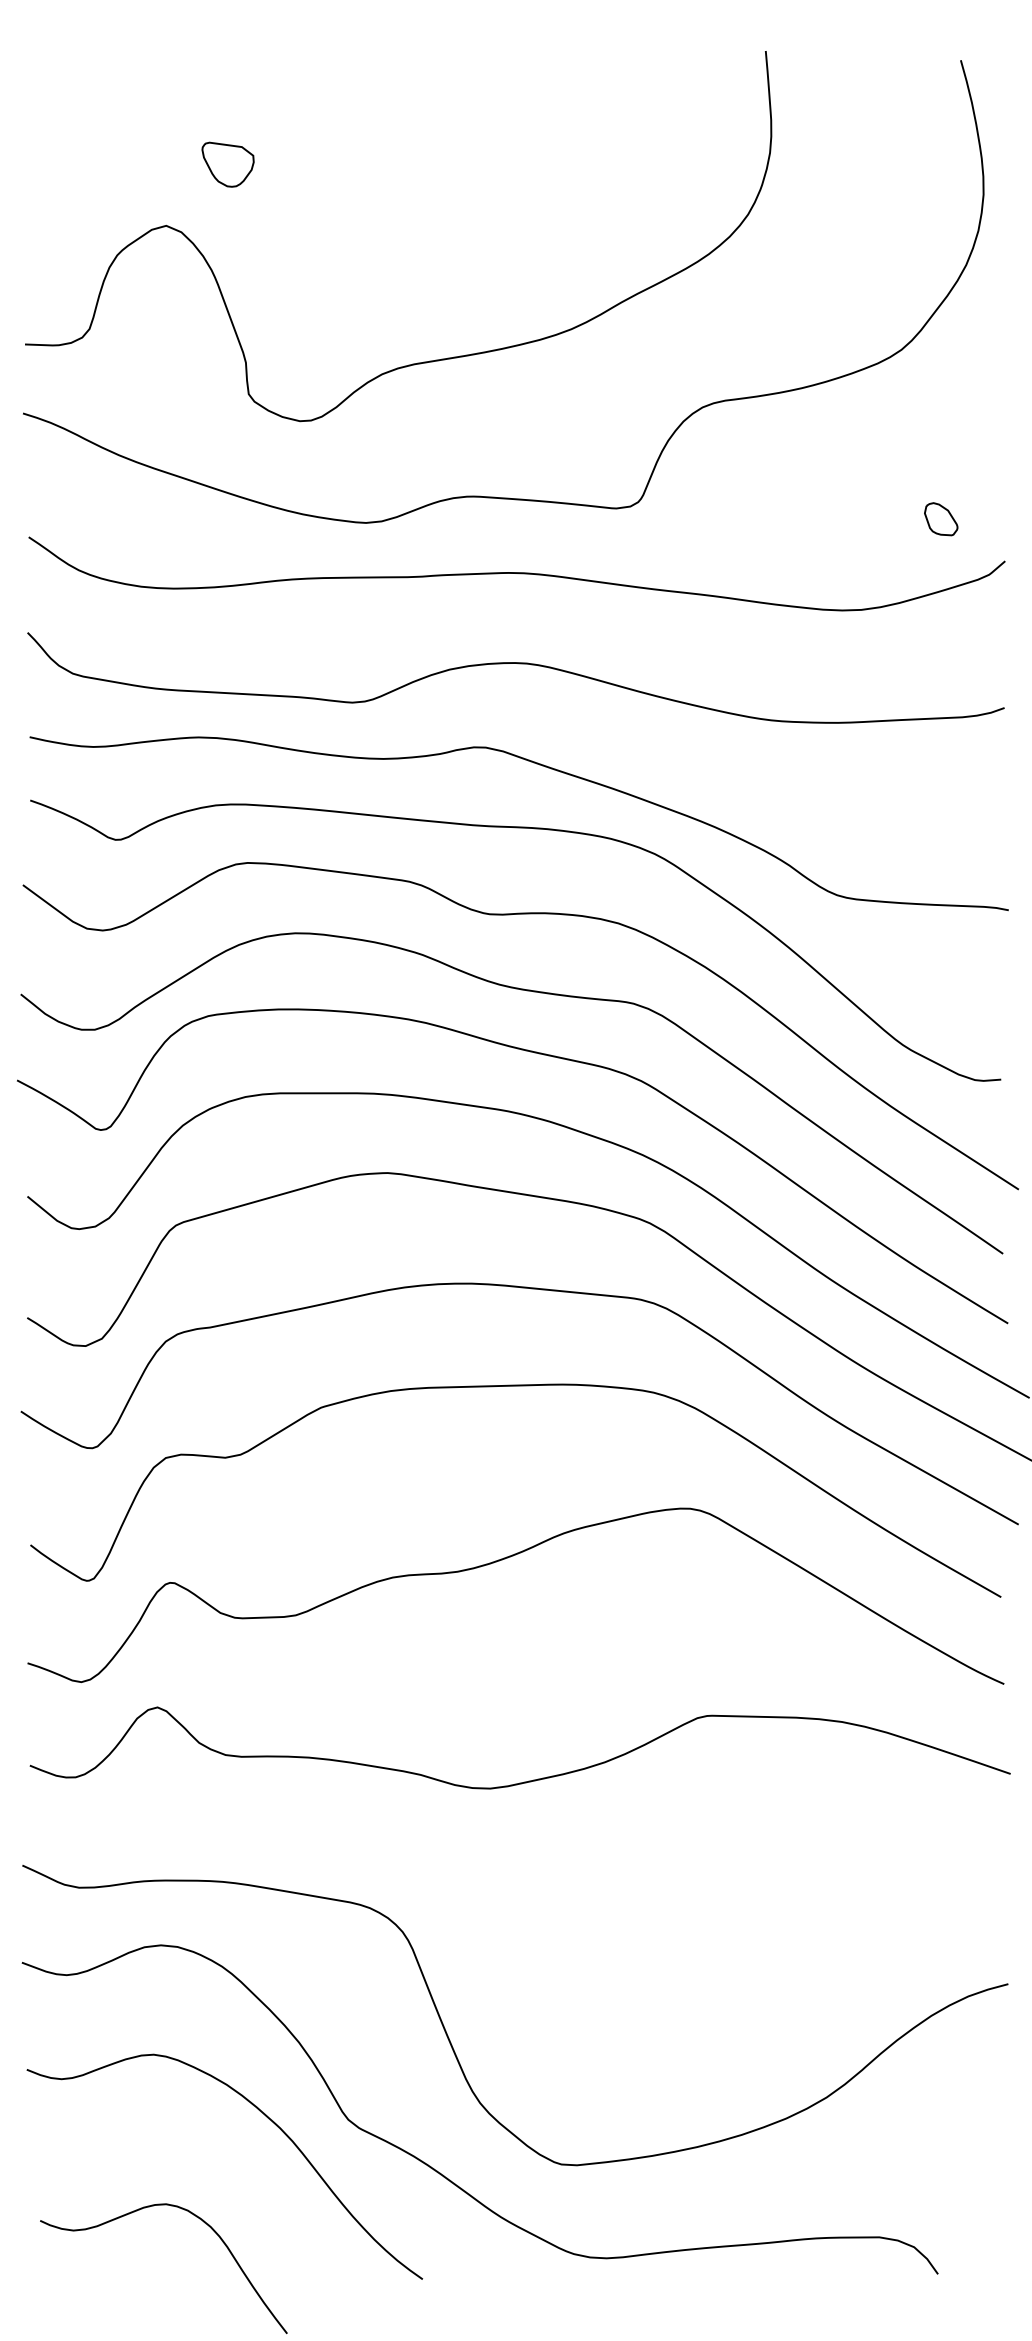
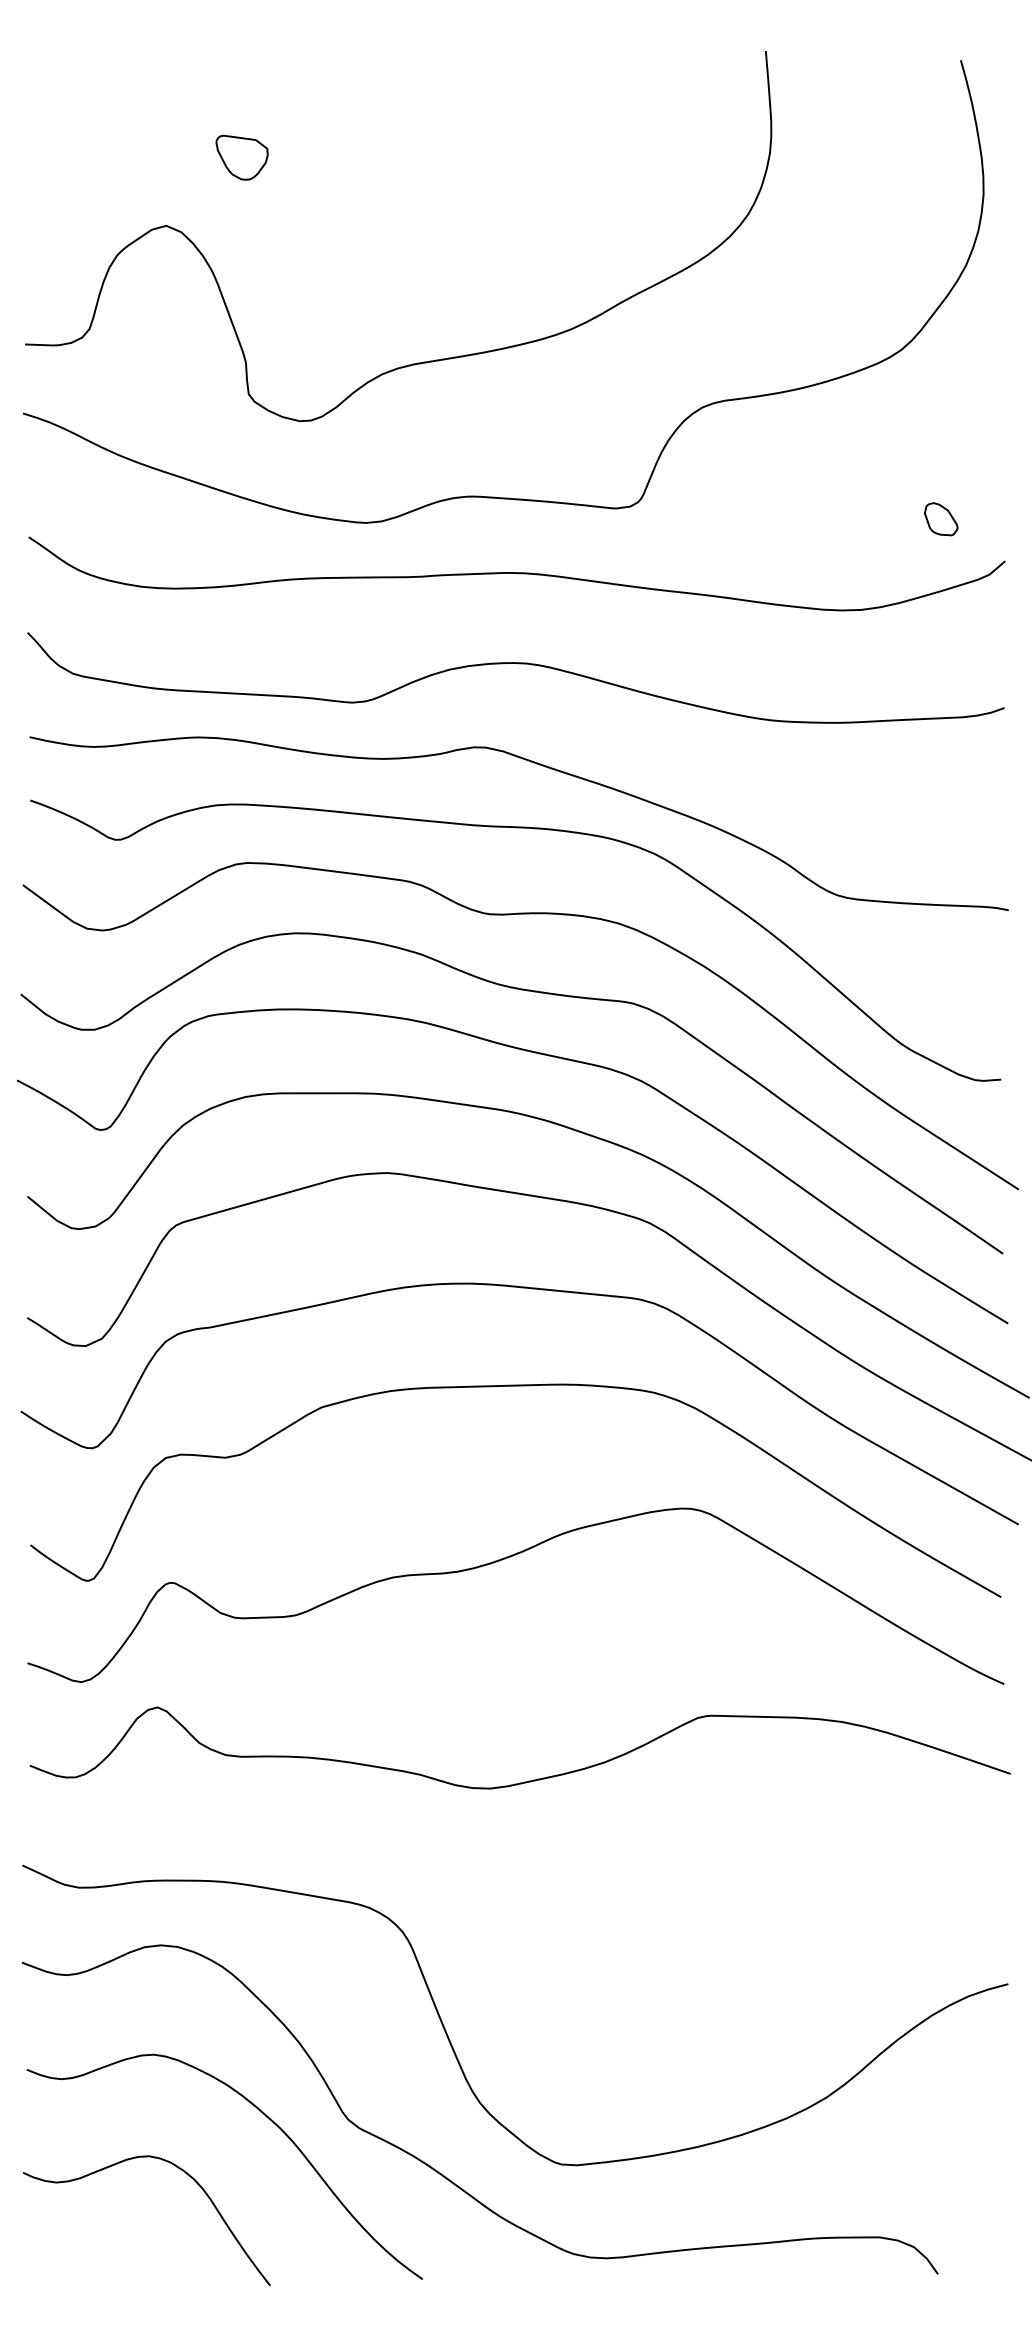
part at (227, 164) position: (227, 164) -> (241, 157)
curve at (196, 2217) position: (196, 2217) -> (179, 2169)
